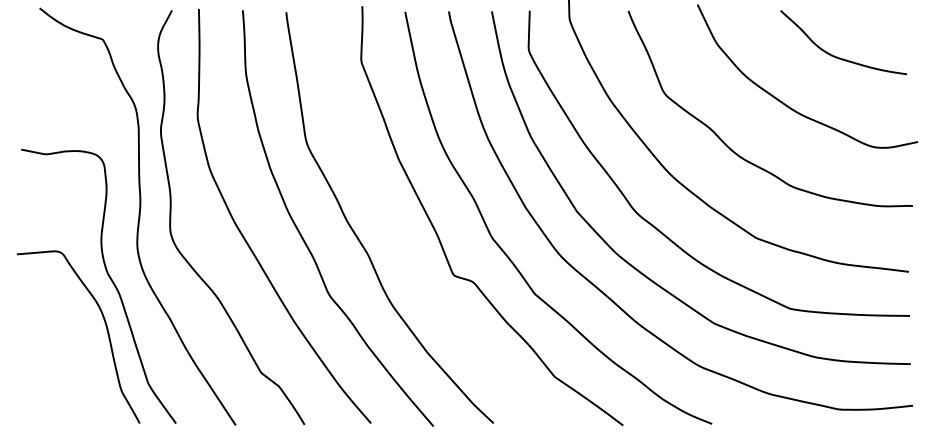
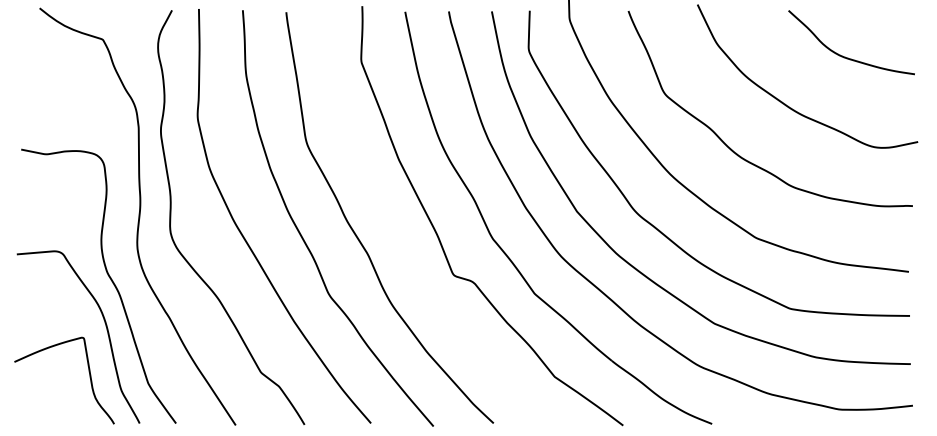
curve at (837, 56) position: (837, 56) -> (845, 56)
curve at (89, 377): none -> present
